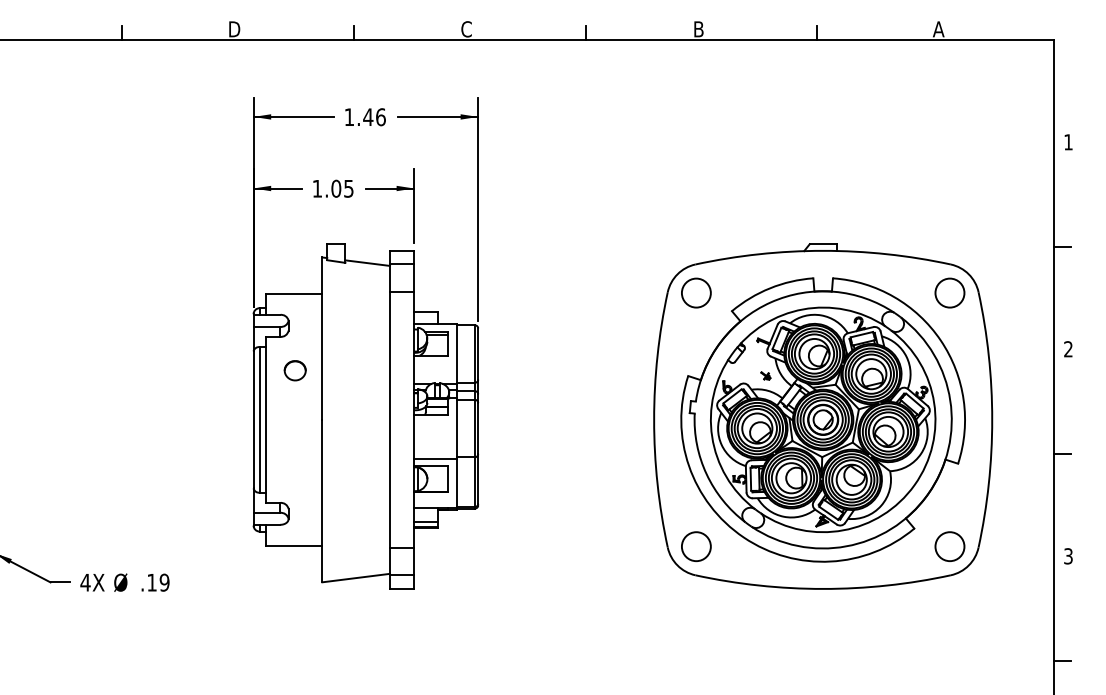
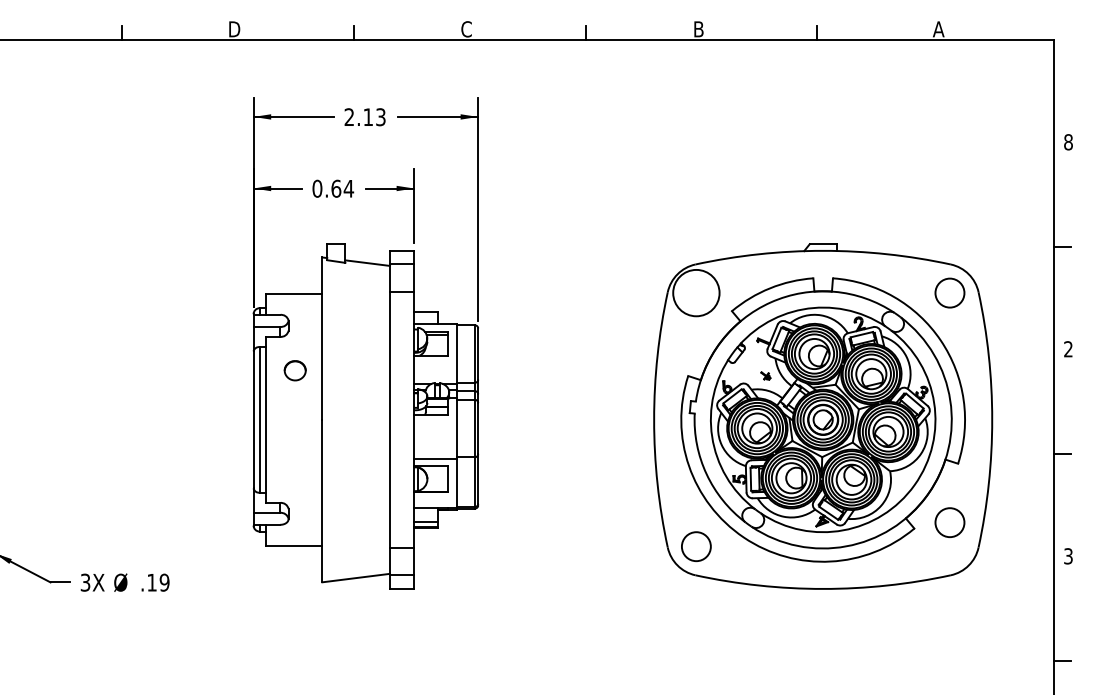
text at (364, 117): 1.46 -> 2.13
text at (1068, 142): 1 -> 8
text at (333, 188): 1.05 -> 0.64
circle at (695, 292) diameter: 29 px -> 46 px
circle at (949, 546) position: (949, 546) -> (949, 522)
text at (85, 582): 4X -> 3X
